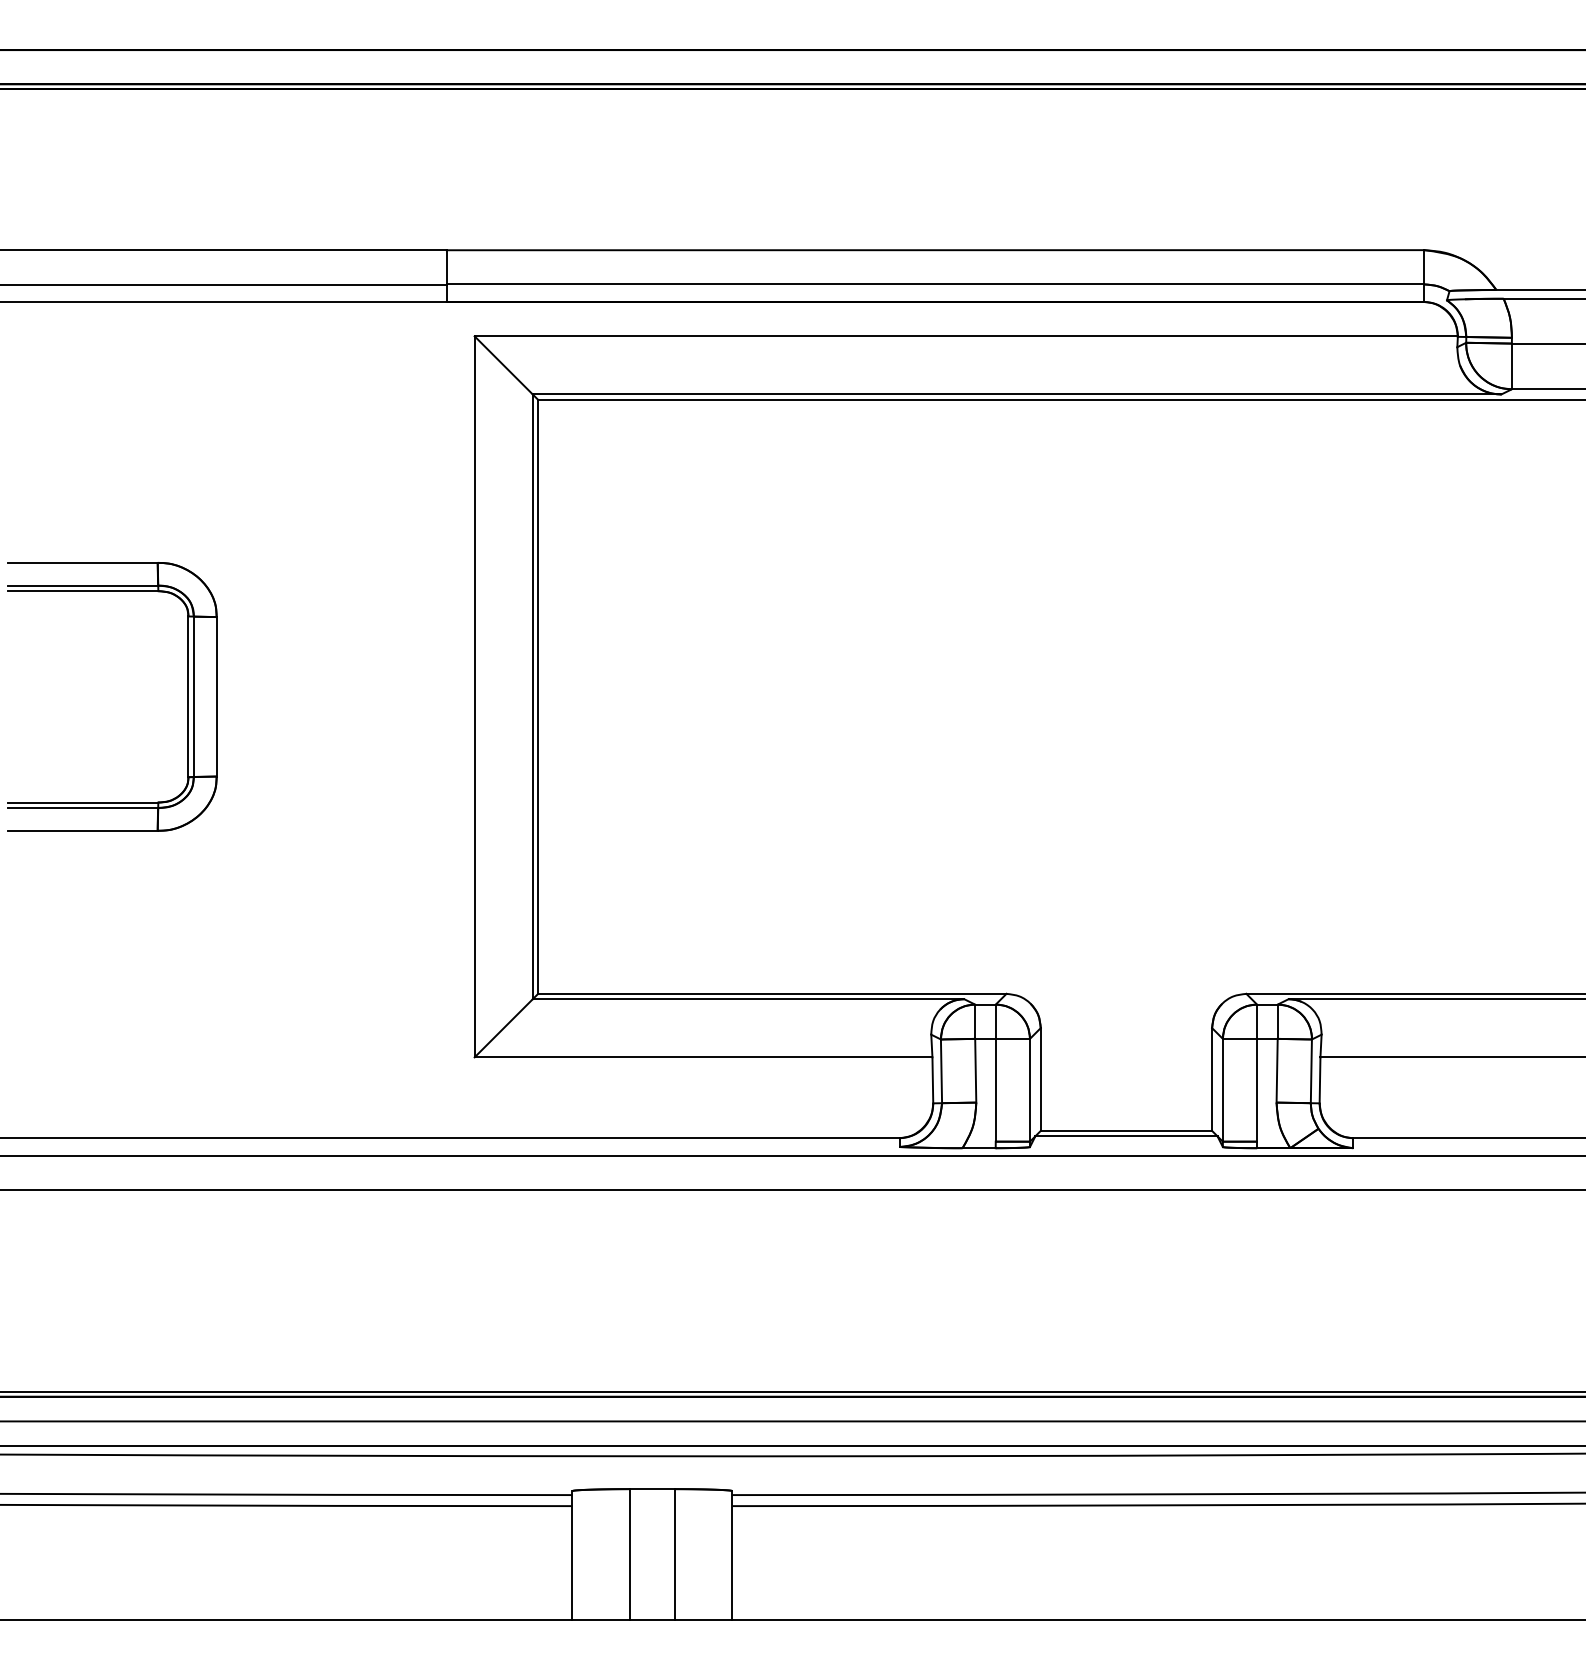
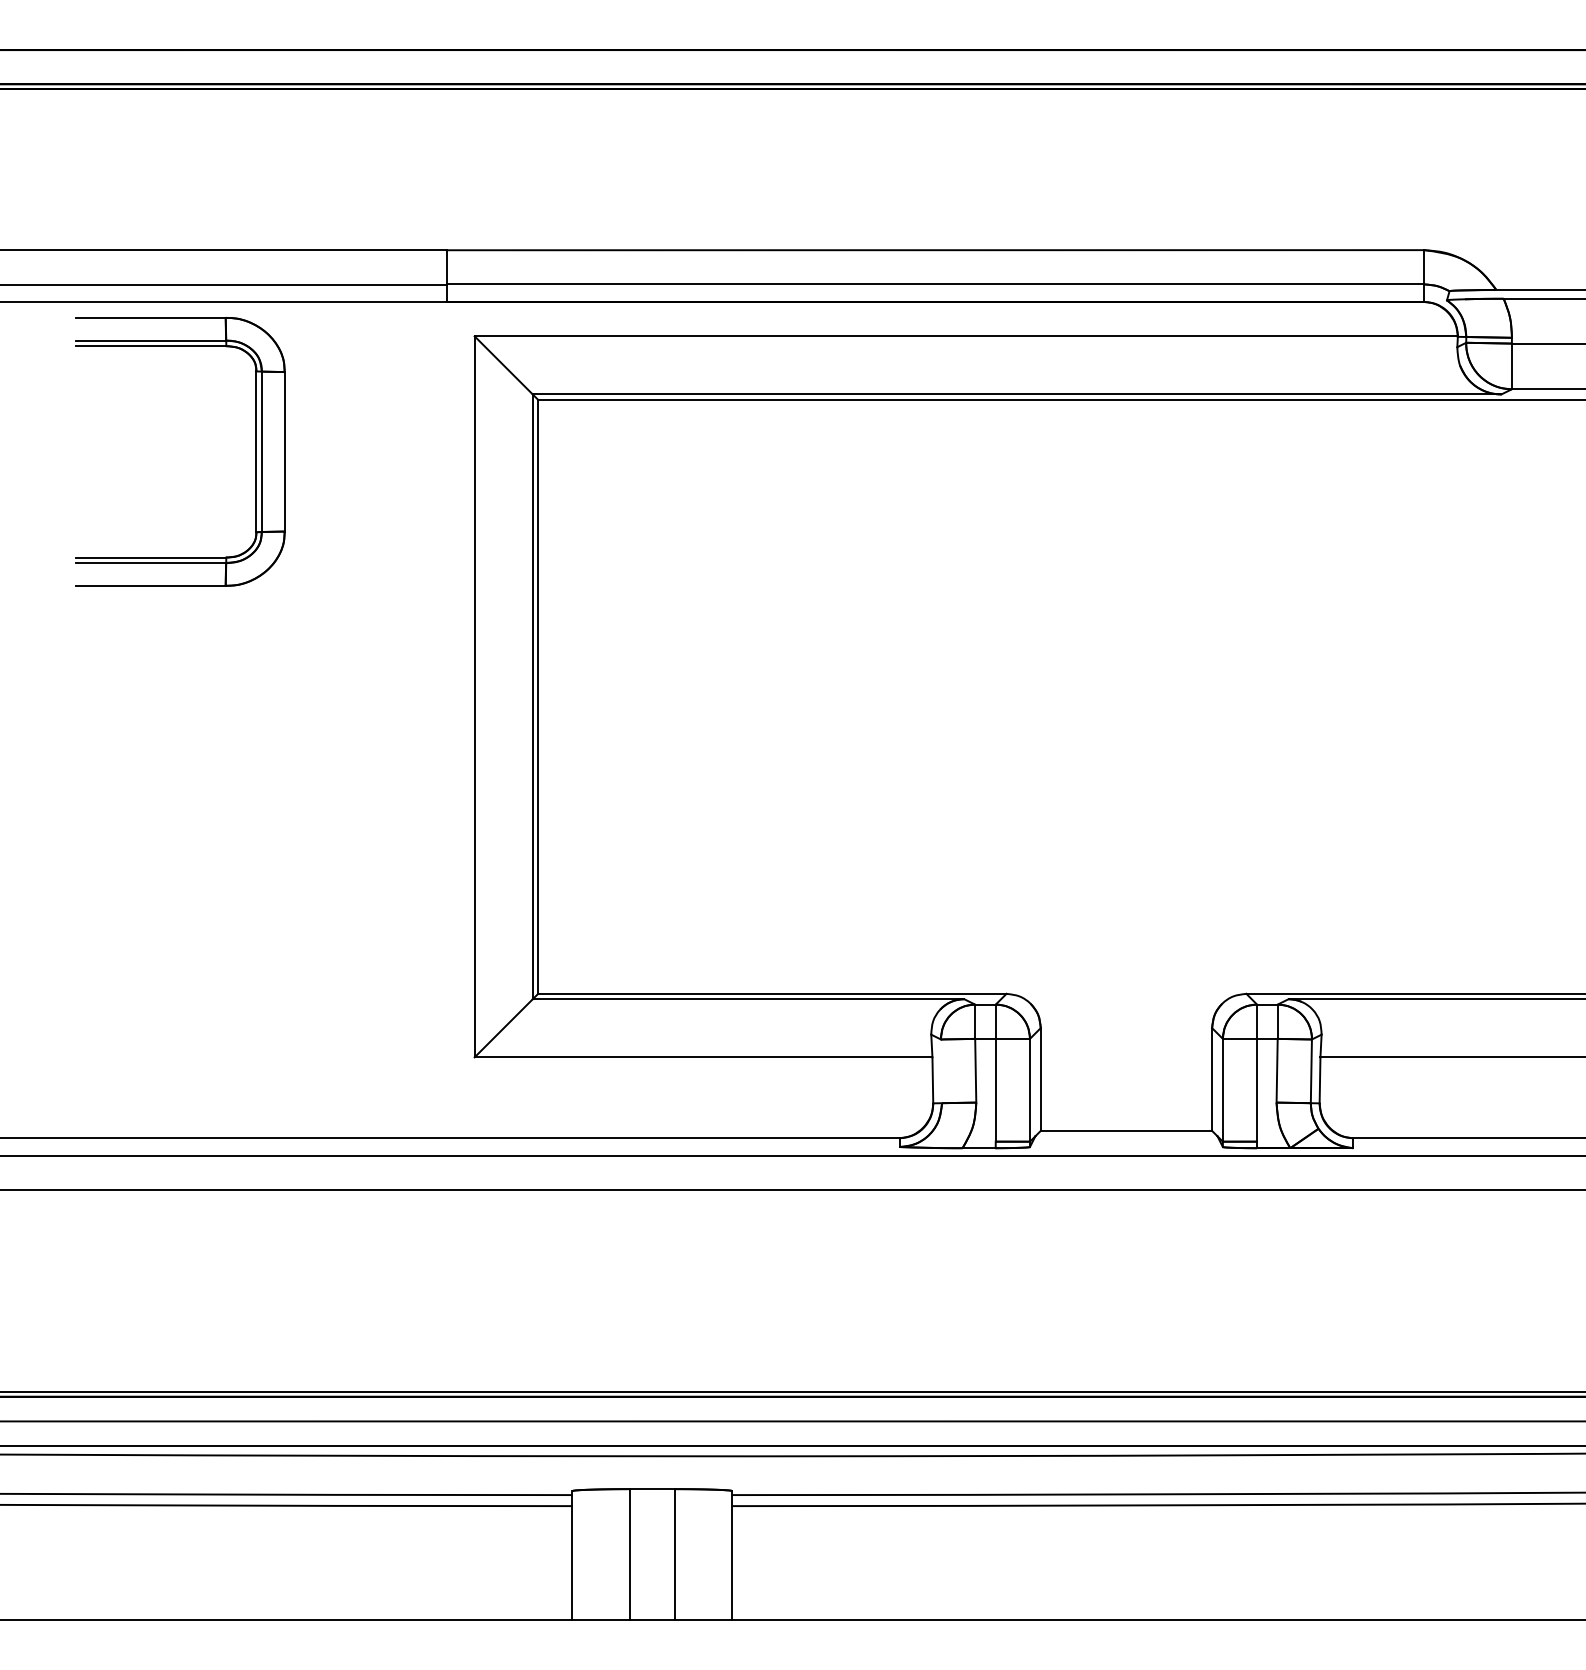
part at (187, 696) position: (187, 696) -> (255, 451)
line at (941, 1071): present -> none
line at (1126, 1136): present -> none
